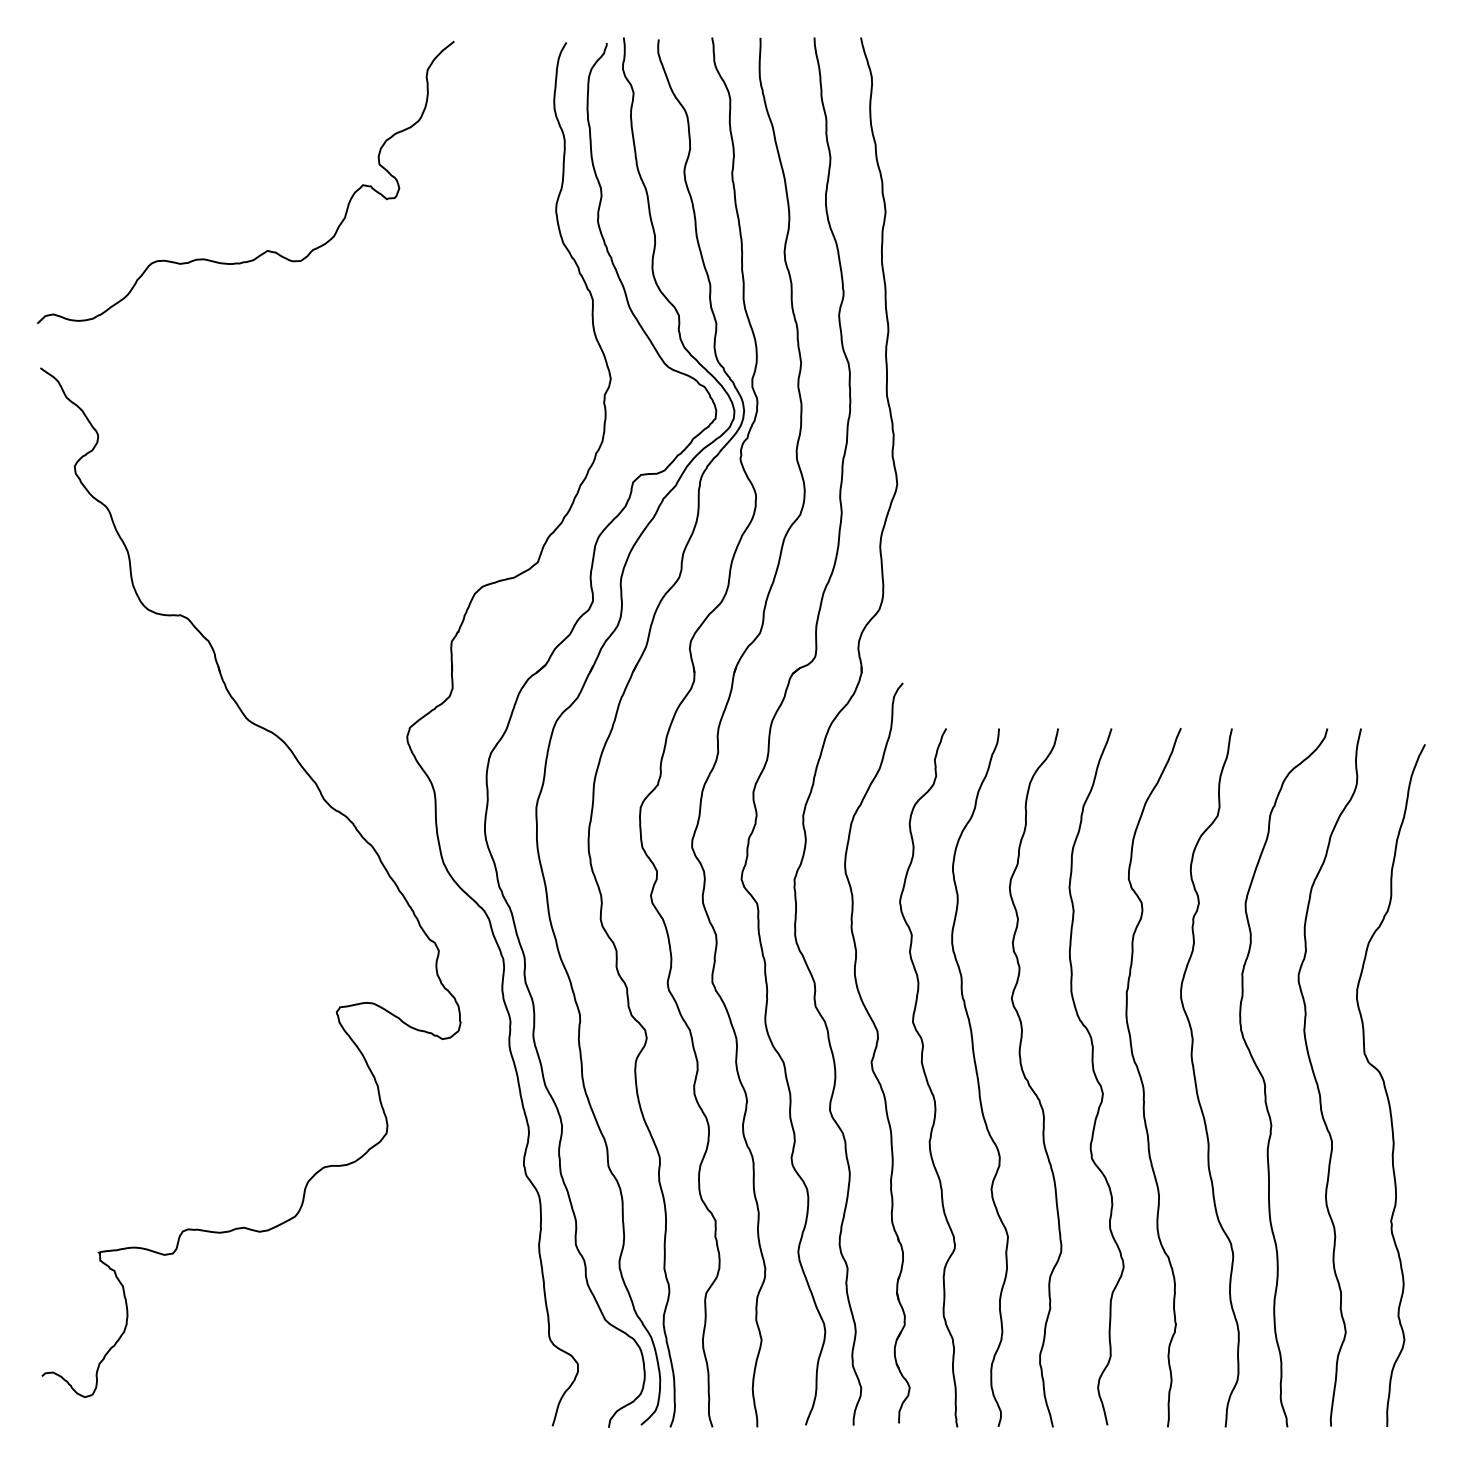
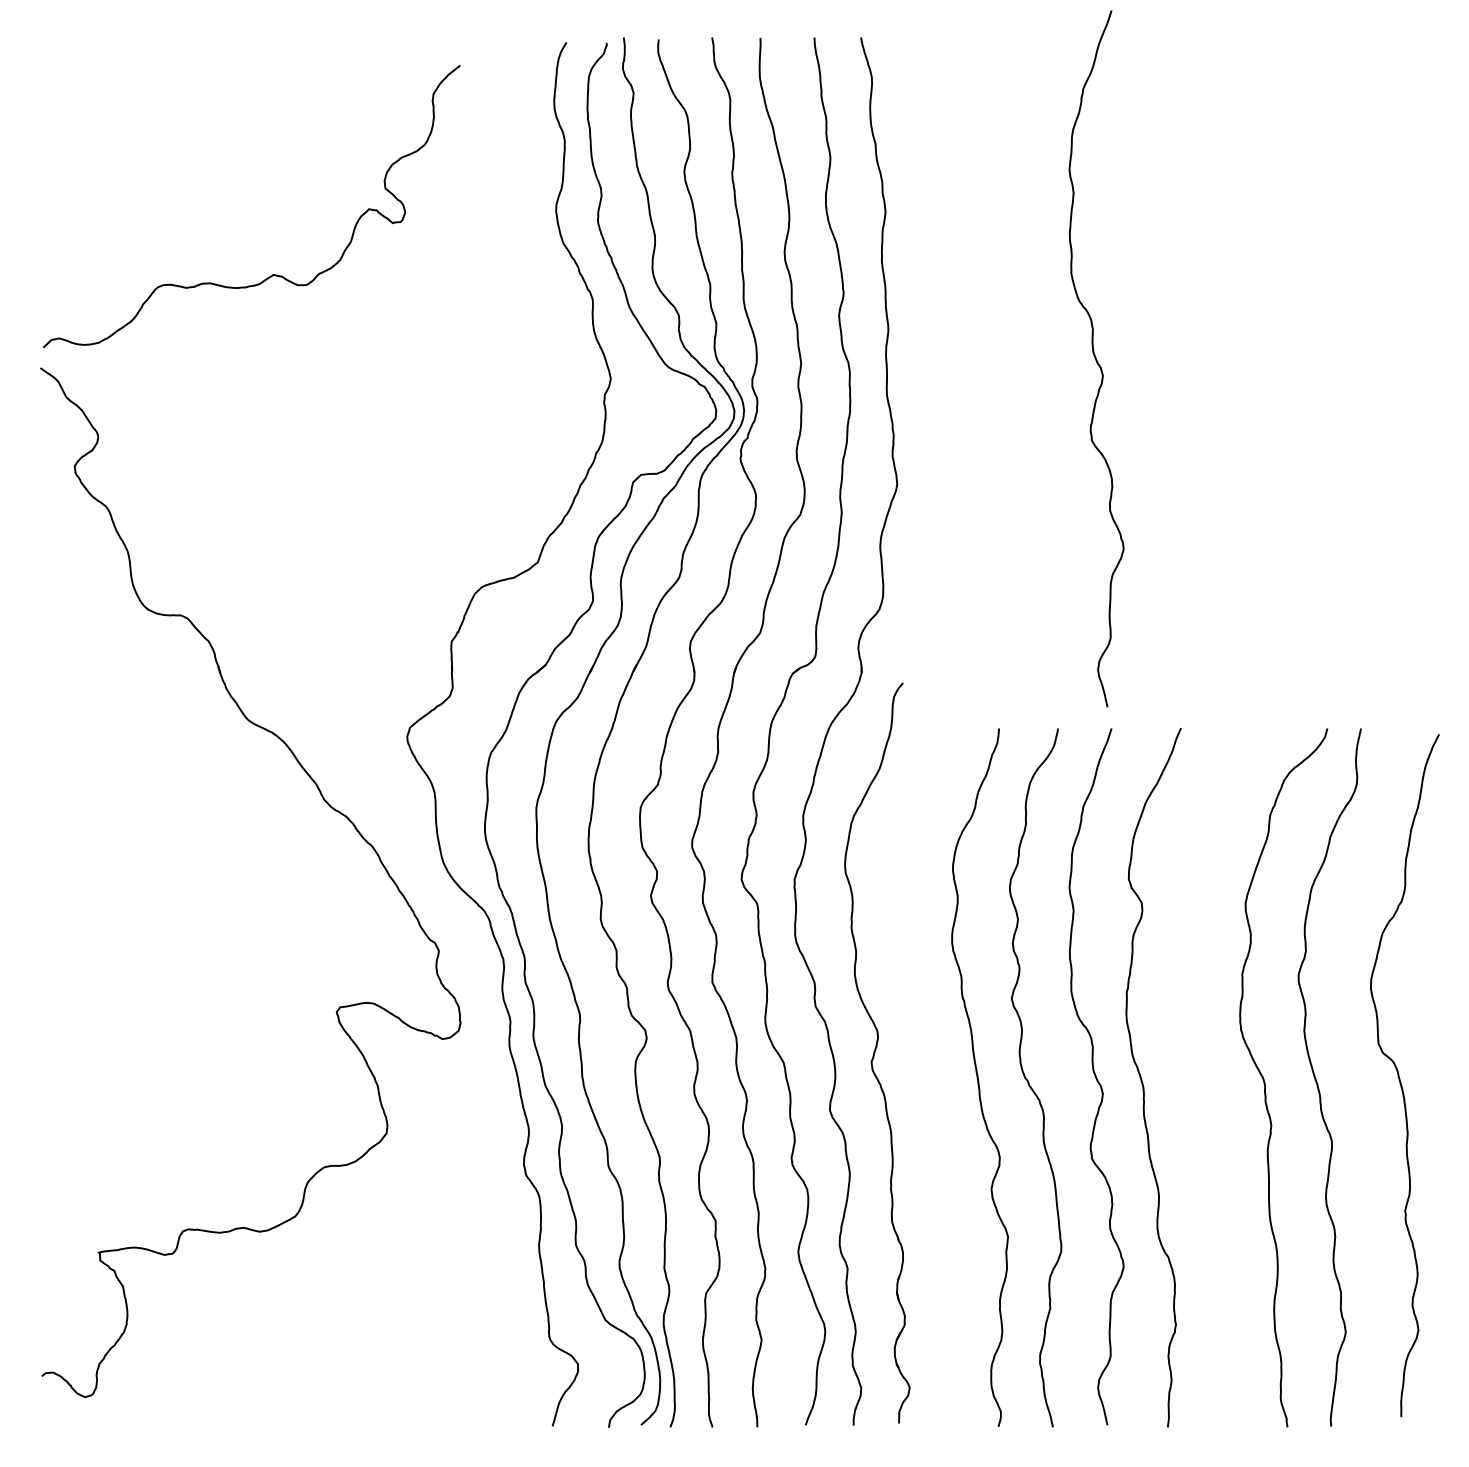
curve at (266, 250) position: (266, 250) -> (272, 274)
curve at (1096, 358): none -> present
curve at (927, 1077): present -> none
curve at (1196, 1080): present -> none
curve at (1385, 1085) position: (1385, 1085) -> (1399, 1075)
